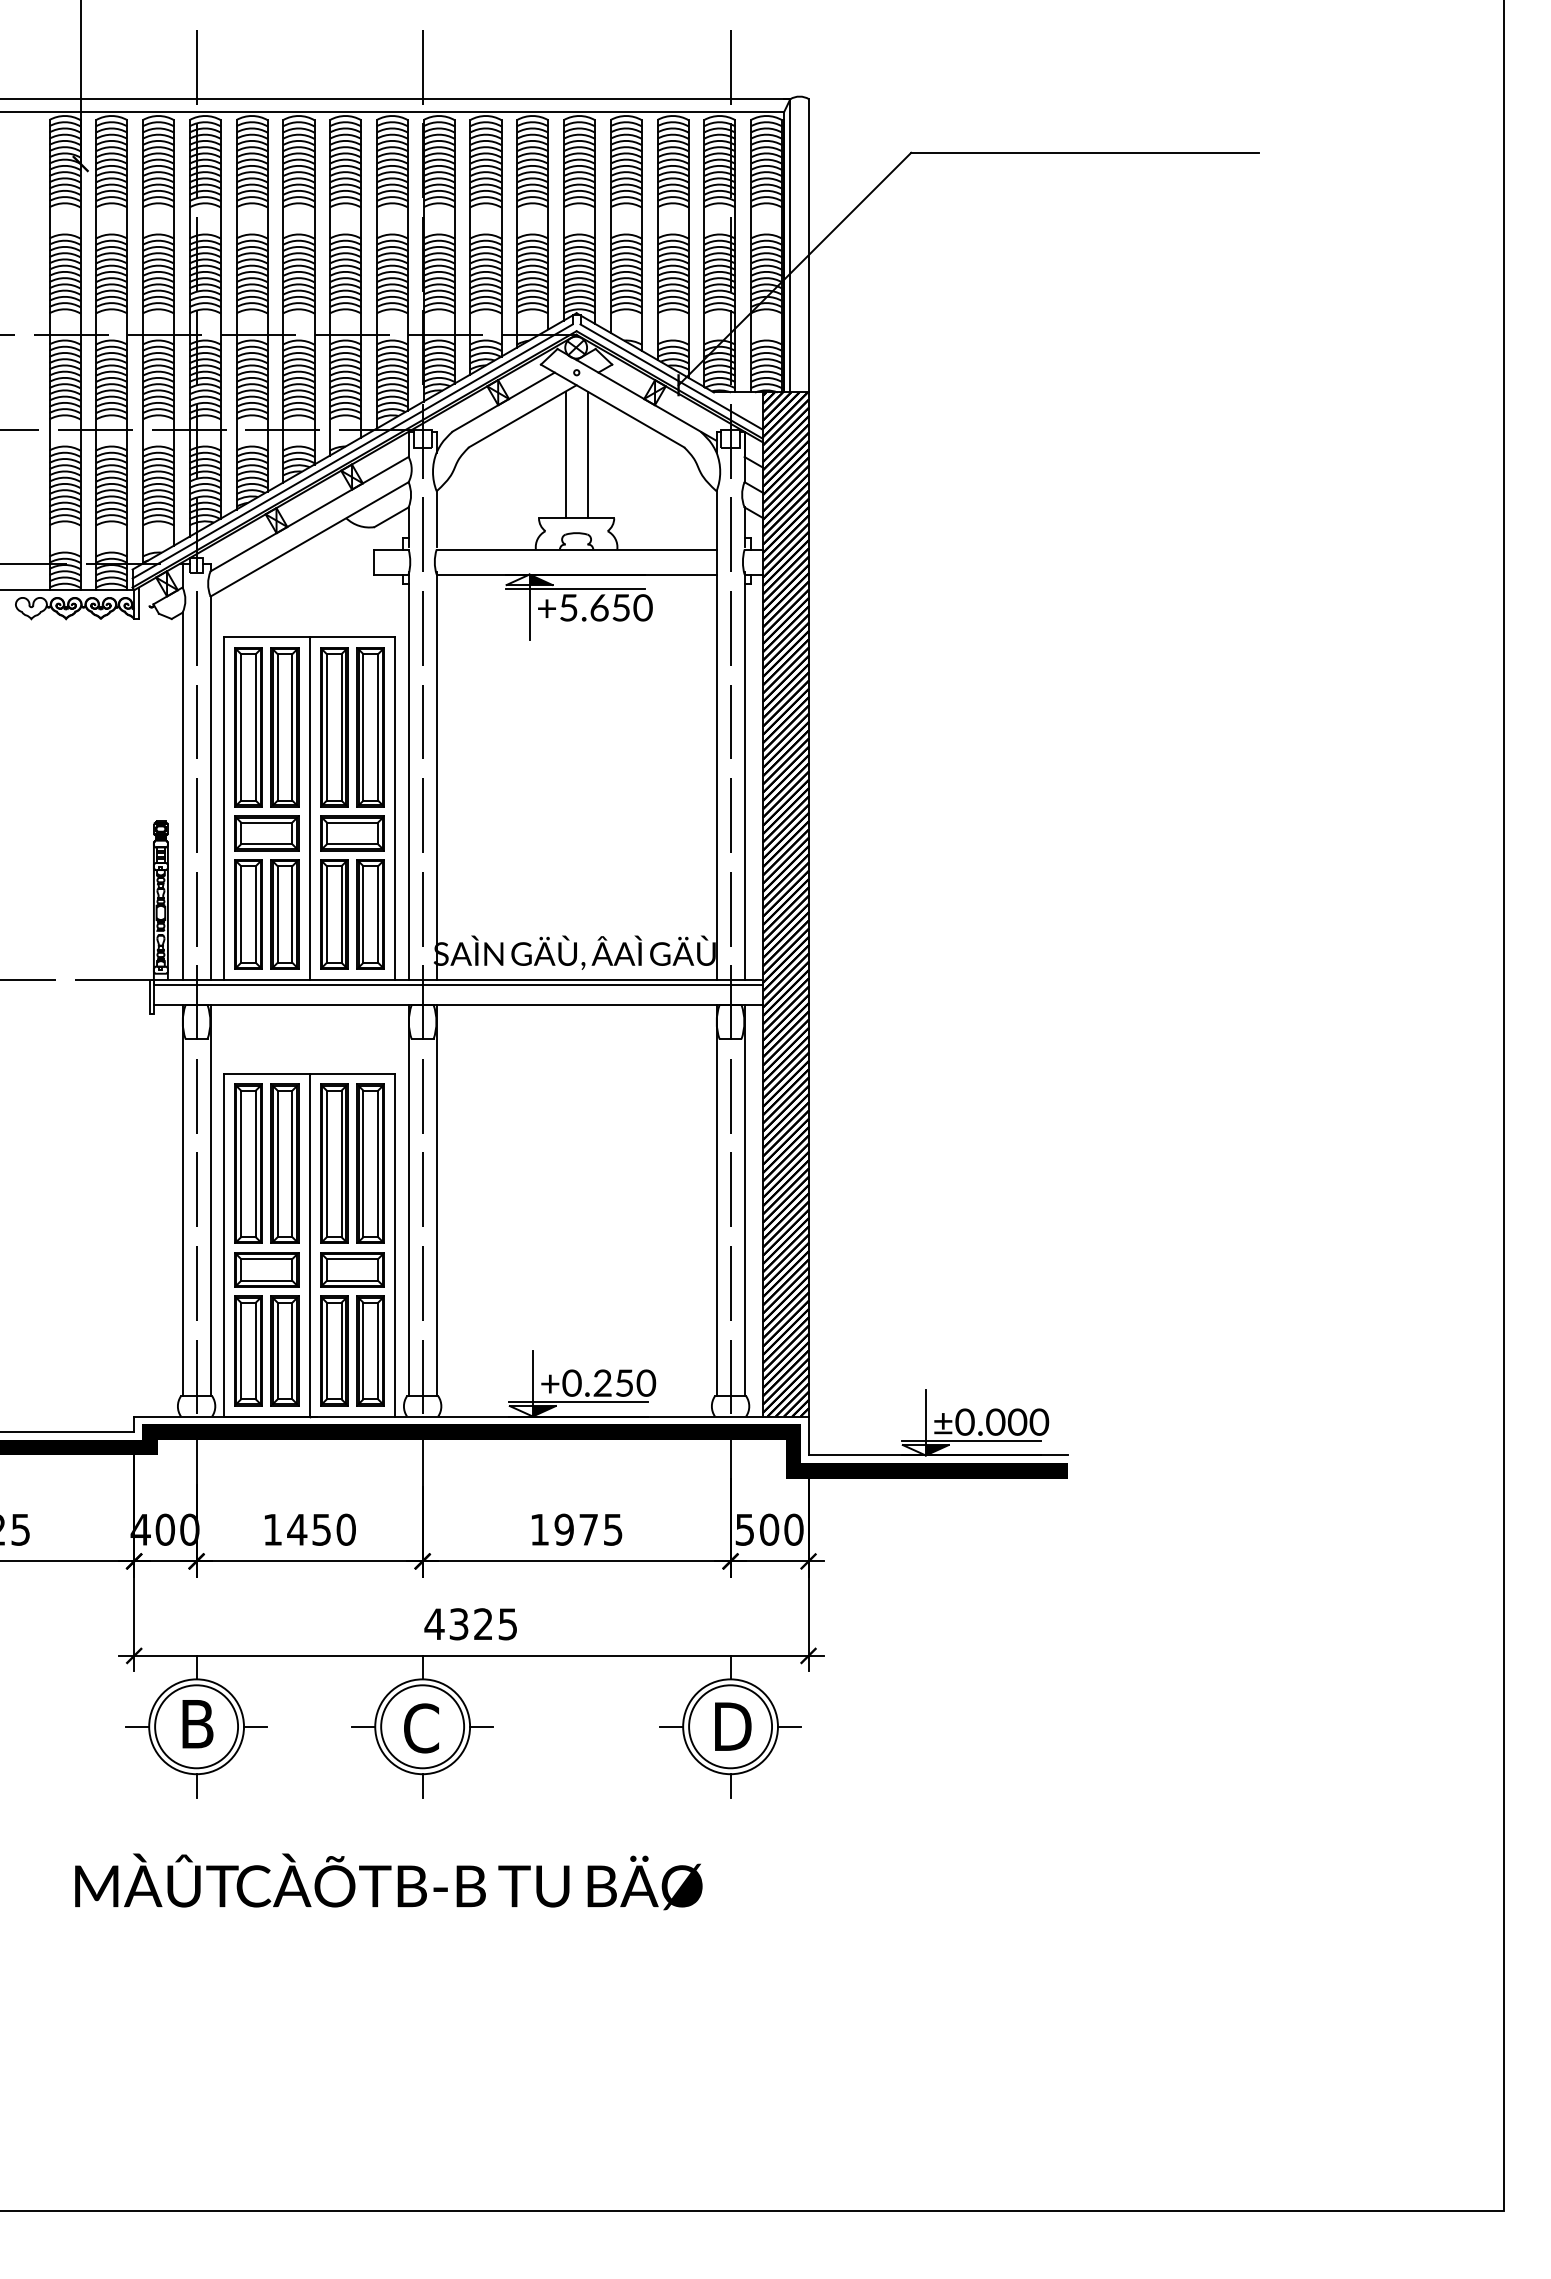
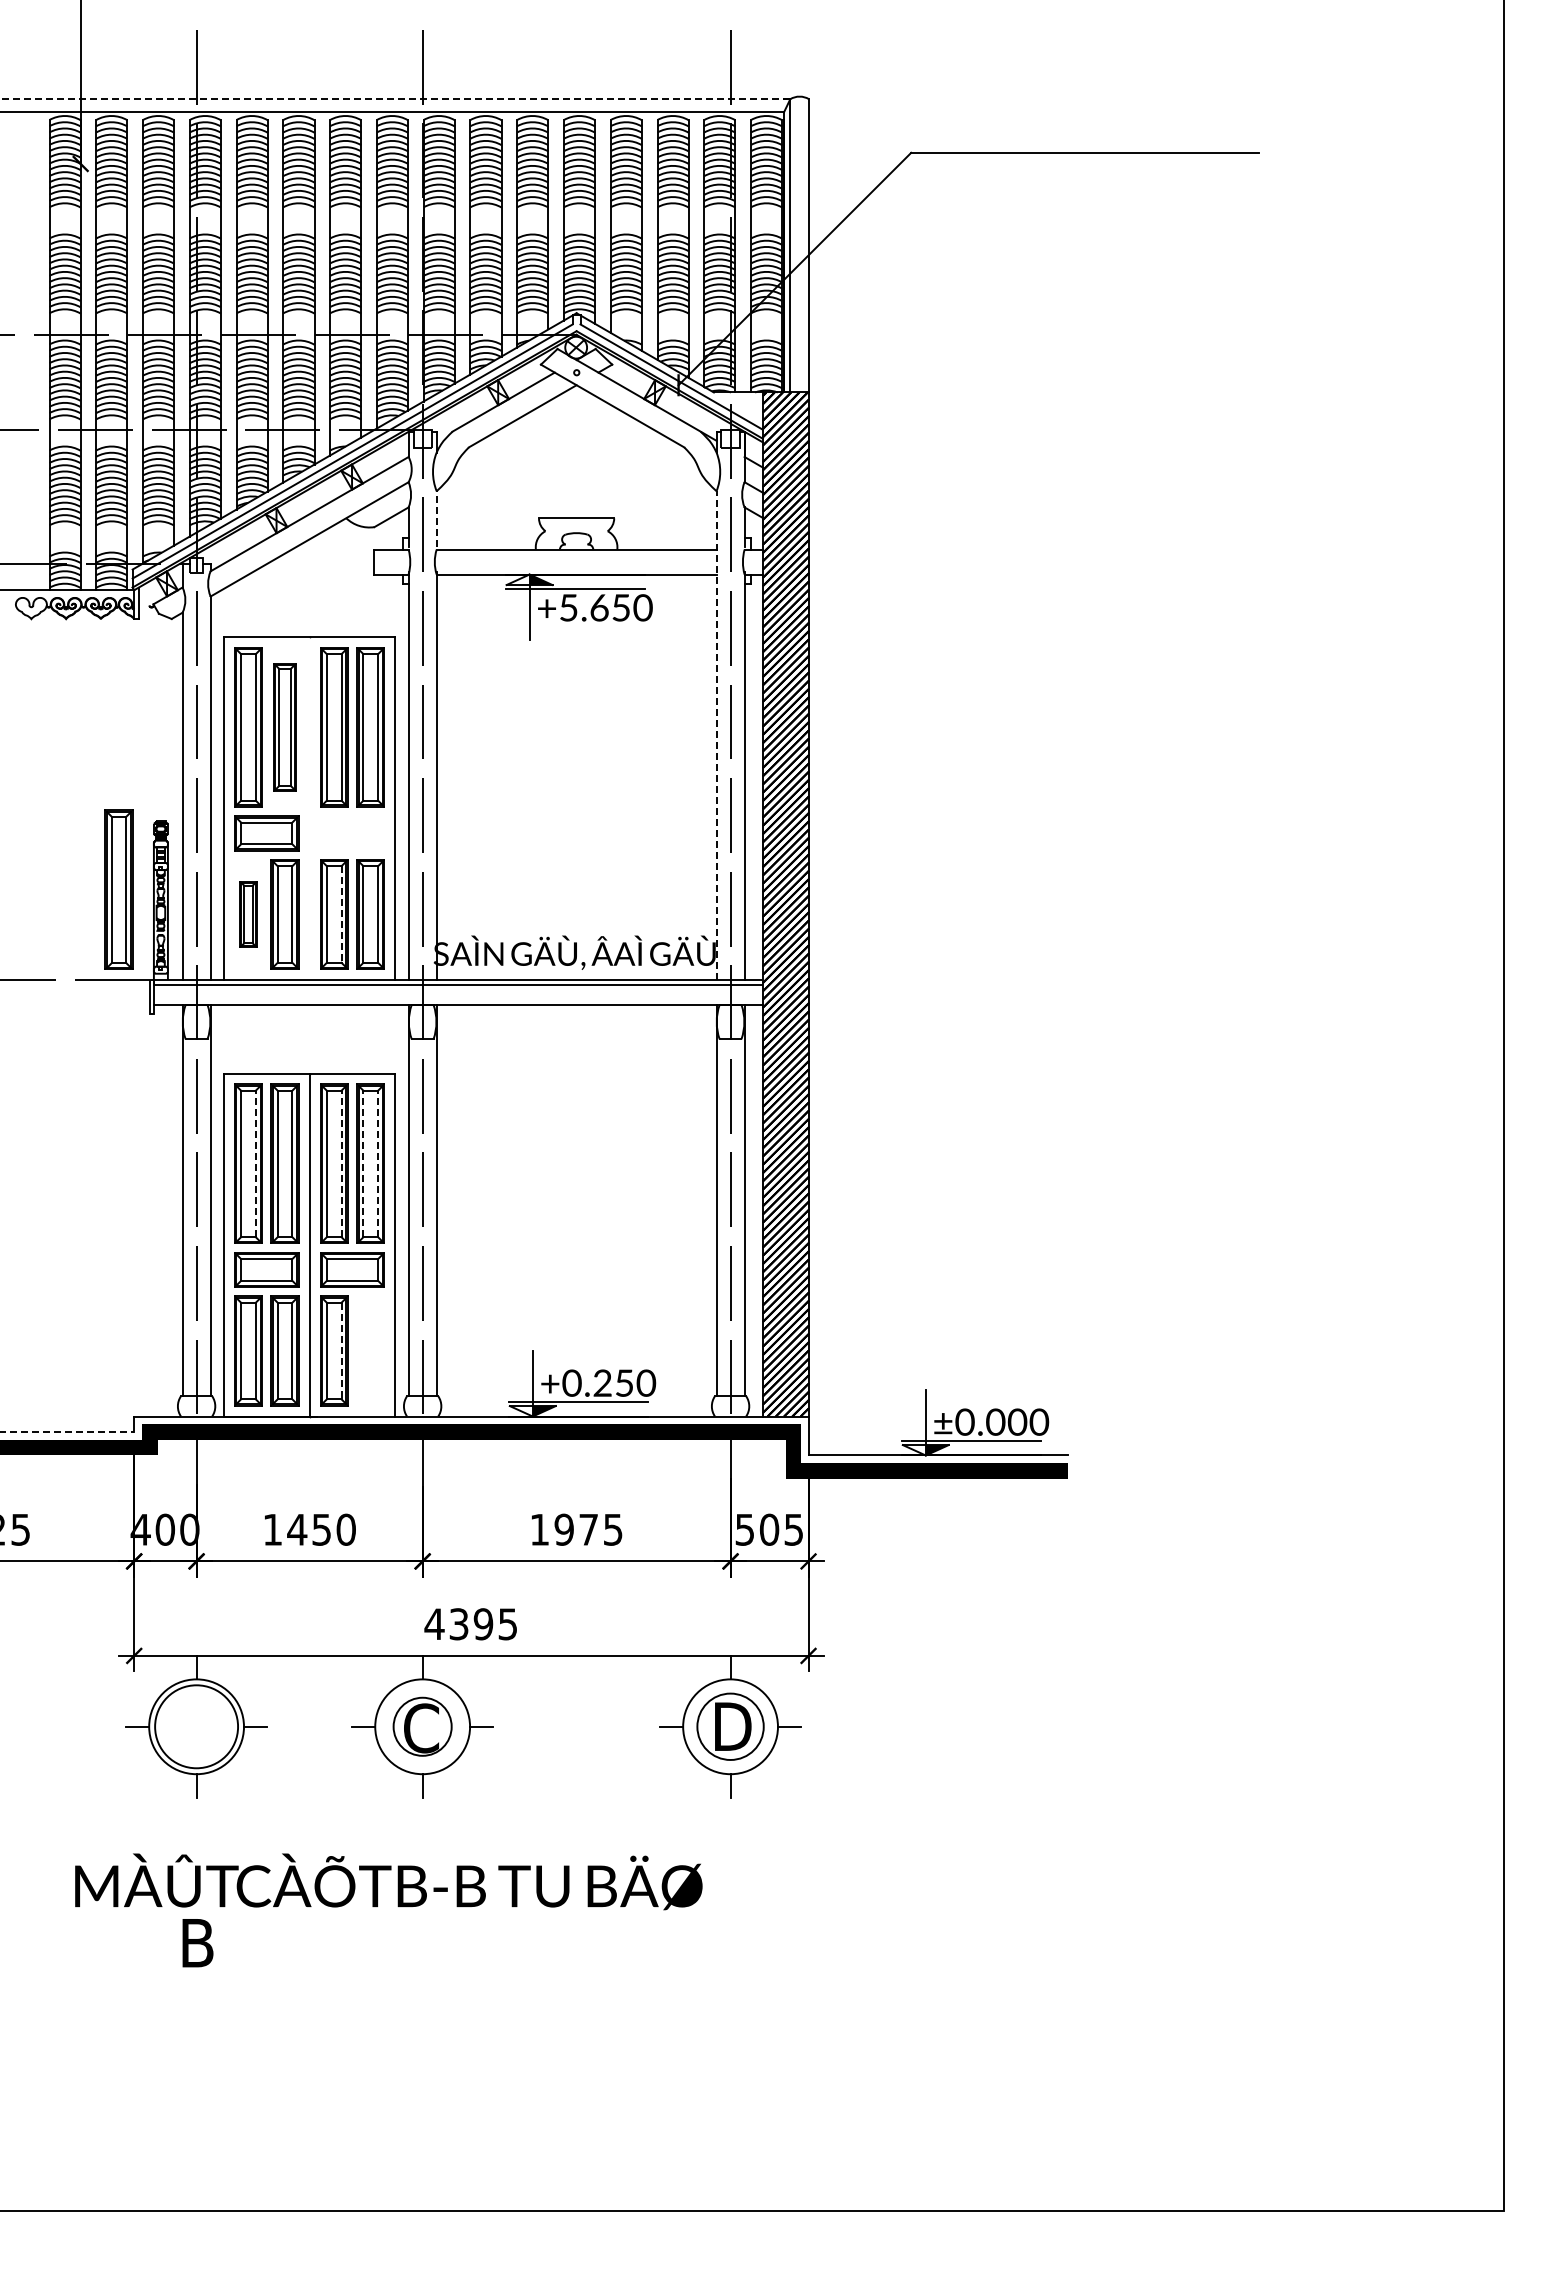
line at (395, 99): solid -> dashed
line at (565, 454): present -> none
line at (587, 454): present -> none
line at (436, 518): solid -> dashed
part at (284, 727) size: 30x161 px -> 24x129 px
line at (716, 735): solid -> dashed
line at (309, 807): present -> none
part at (352, 833): present -> none
part at (118, 889): none -> present
part at (248, 914) size: 29x111 px -> 19x67 px
line at (341, 915): solid -> dashed
line at (255, 1163): solid -> dashed
line at (341, 1163): solid -> dashed
line at (363, 1163): solid -> dashed
line at (378, 1163): solid -> dashed
part at (370, 1350): present -> none
line at (341, 1351): solid -> dashed
line at (67, 1432): solid -> dashed
text at (793, 1529): 500 -> 505
text at (483, 1624): 4325 -> 4395
text at (197, 1724) position: (197, 1724) -> (197, 1943)
circle at (422, 1726) diameter: 83 px -> 58 px
circle at (730, 1726) diameter: 83 px -> 66 px
